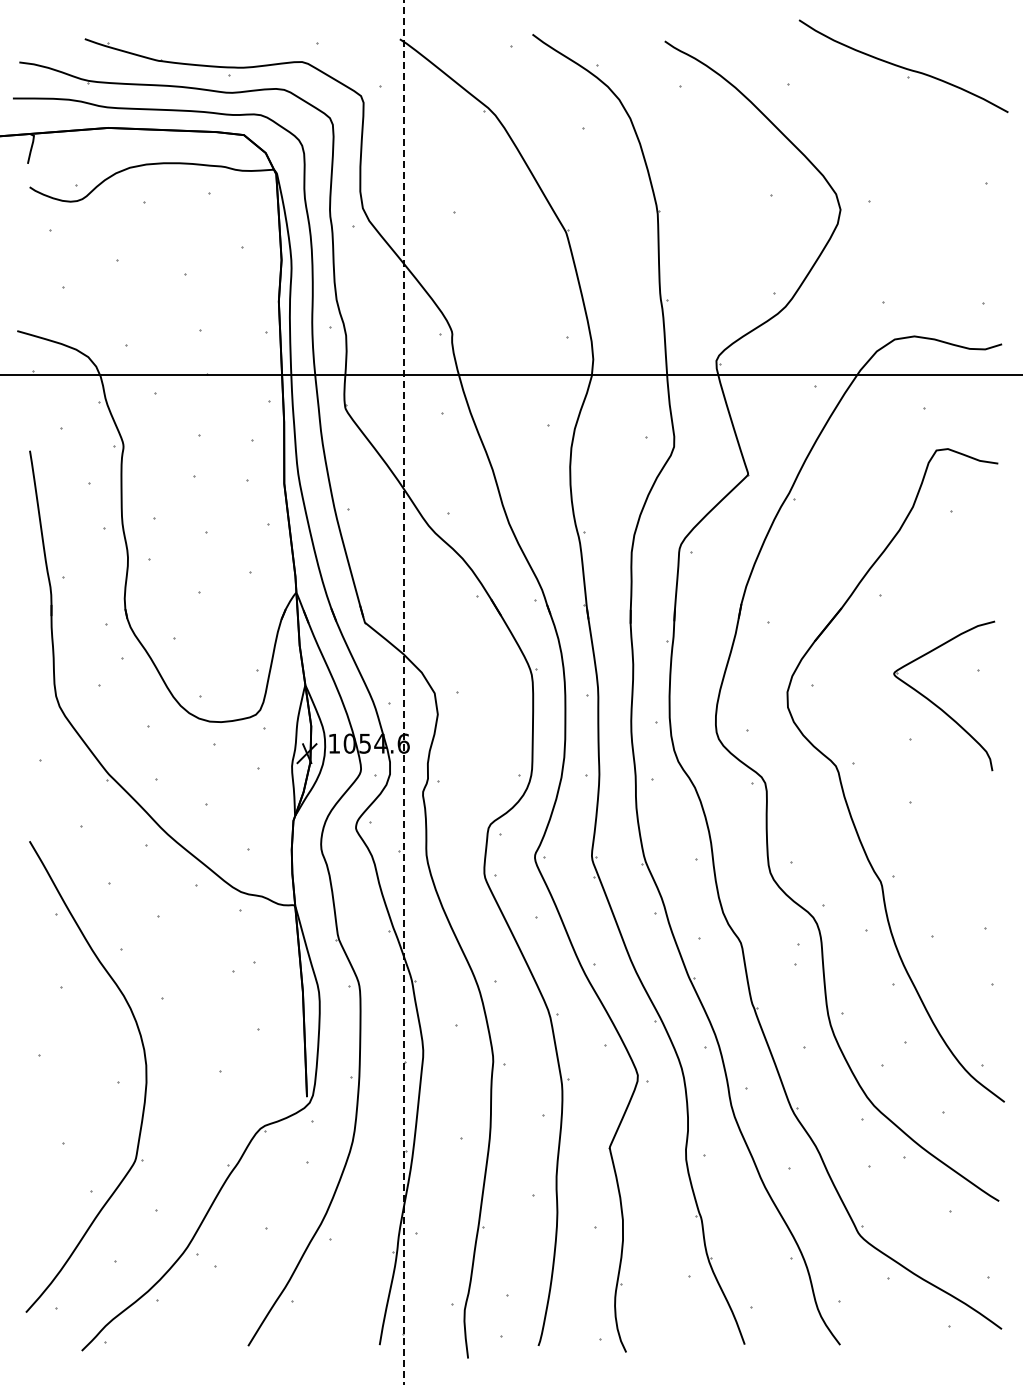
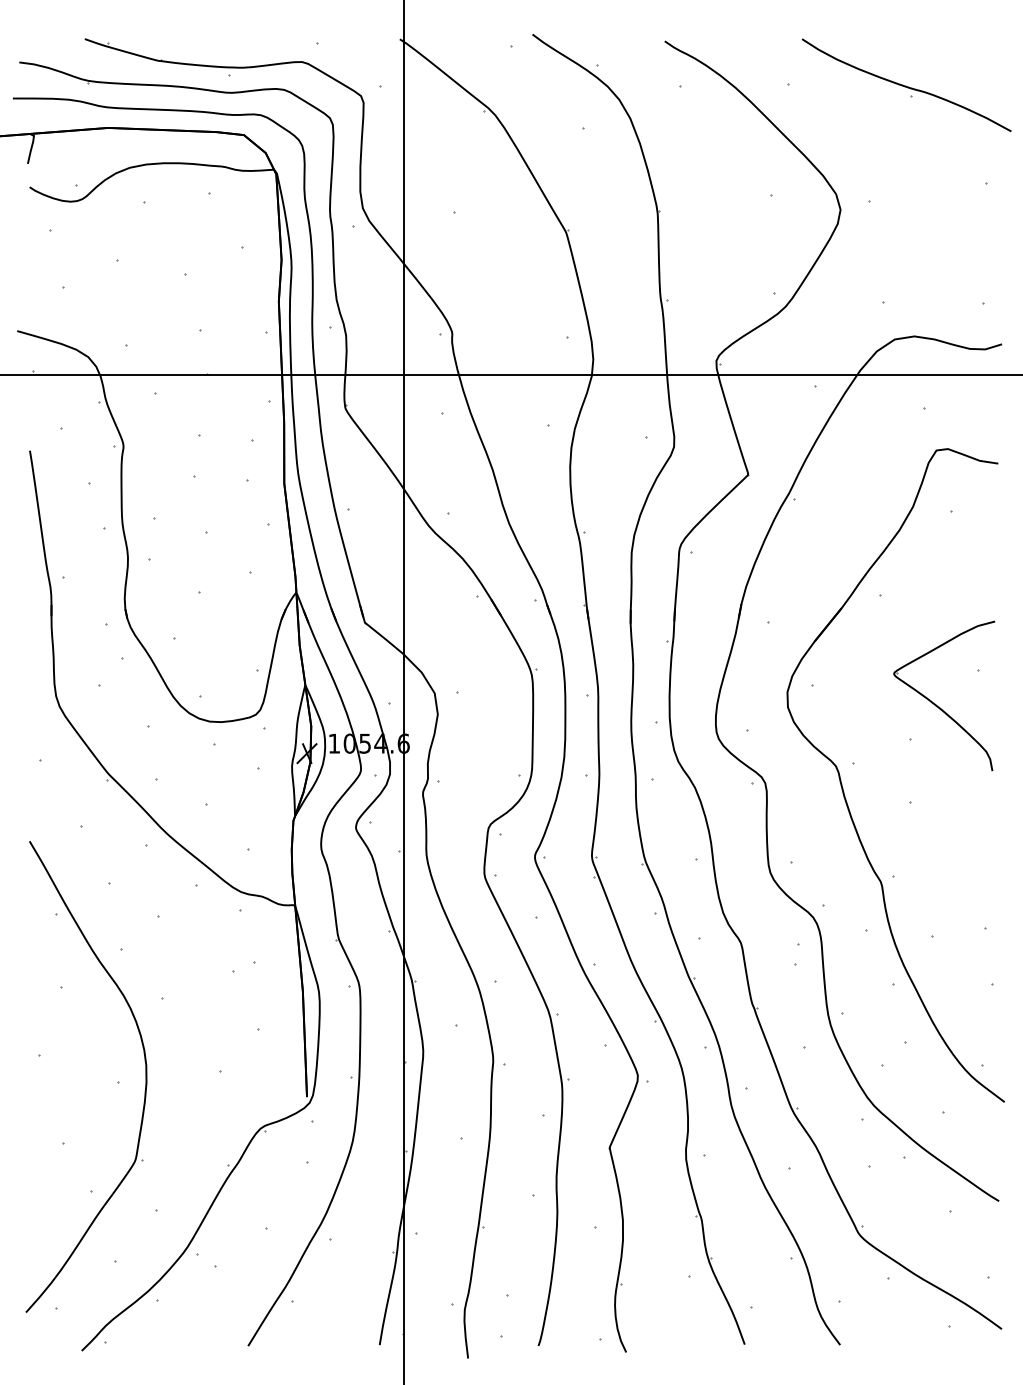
part at (903, 66) position: (903, 66) -> (906, 85)
line at (403, 692): dashed -> solid
